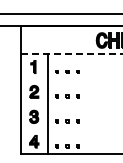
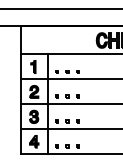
line at (60, 14) position: (60, 14) -> (60, 9)
line at (71, 54): dashed -> solid
line at (69, 79): none -> present
line at (69, 104): none -> present
line at (69, 128): none -> present
